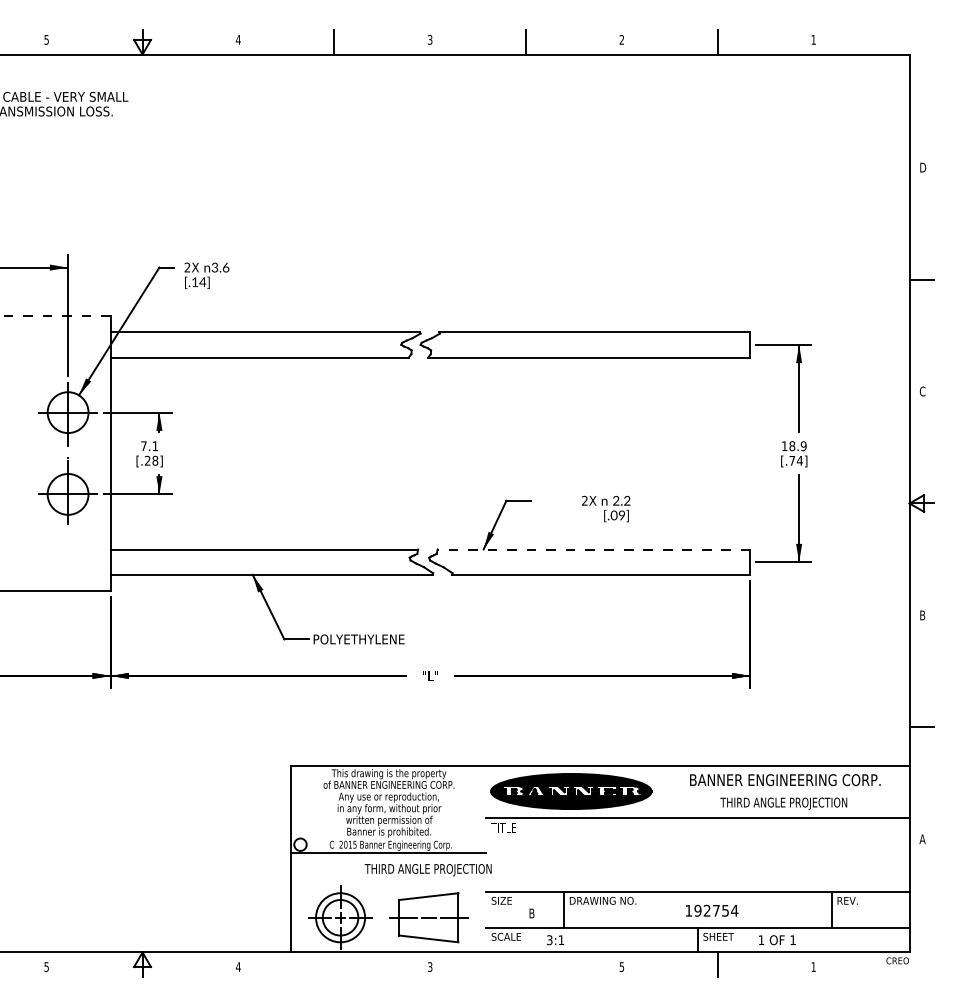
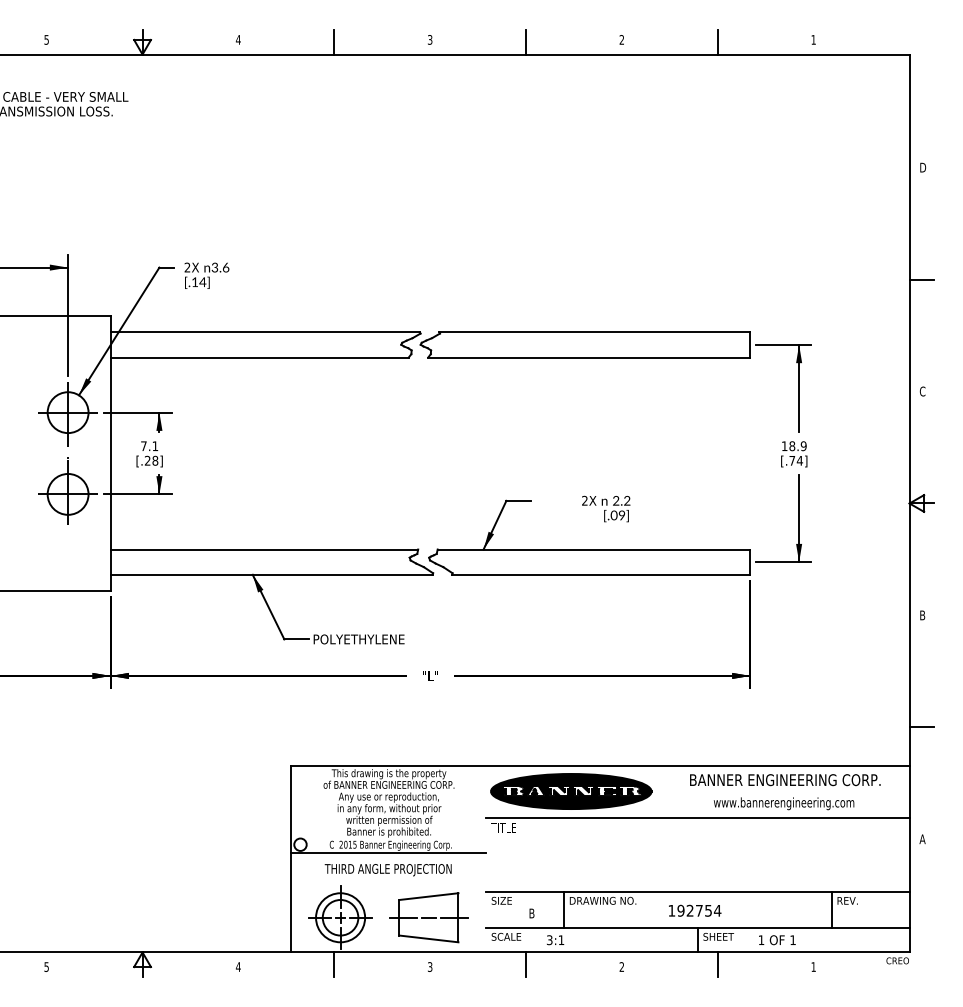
line at (55, 316): dashed -> solid
line at (593, 549): dashed -> solid
text at (783, 803): THIRD ANGLE PROJECTION -> www.bannerengineering.com
text at (427, 870) position: (427, 870) -> (387, 870)
text at (712, 910) position: (712, 910) -> (695, 910)
line at (334, 964): none -> present
line at (526, 964): none -> present
text at (621, 967): 5 -> 2
